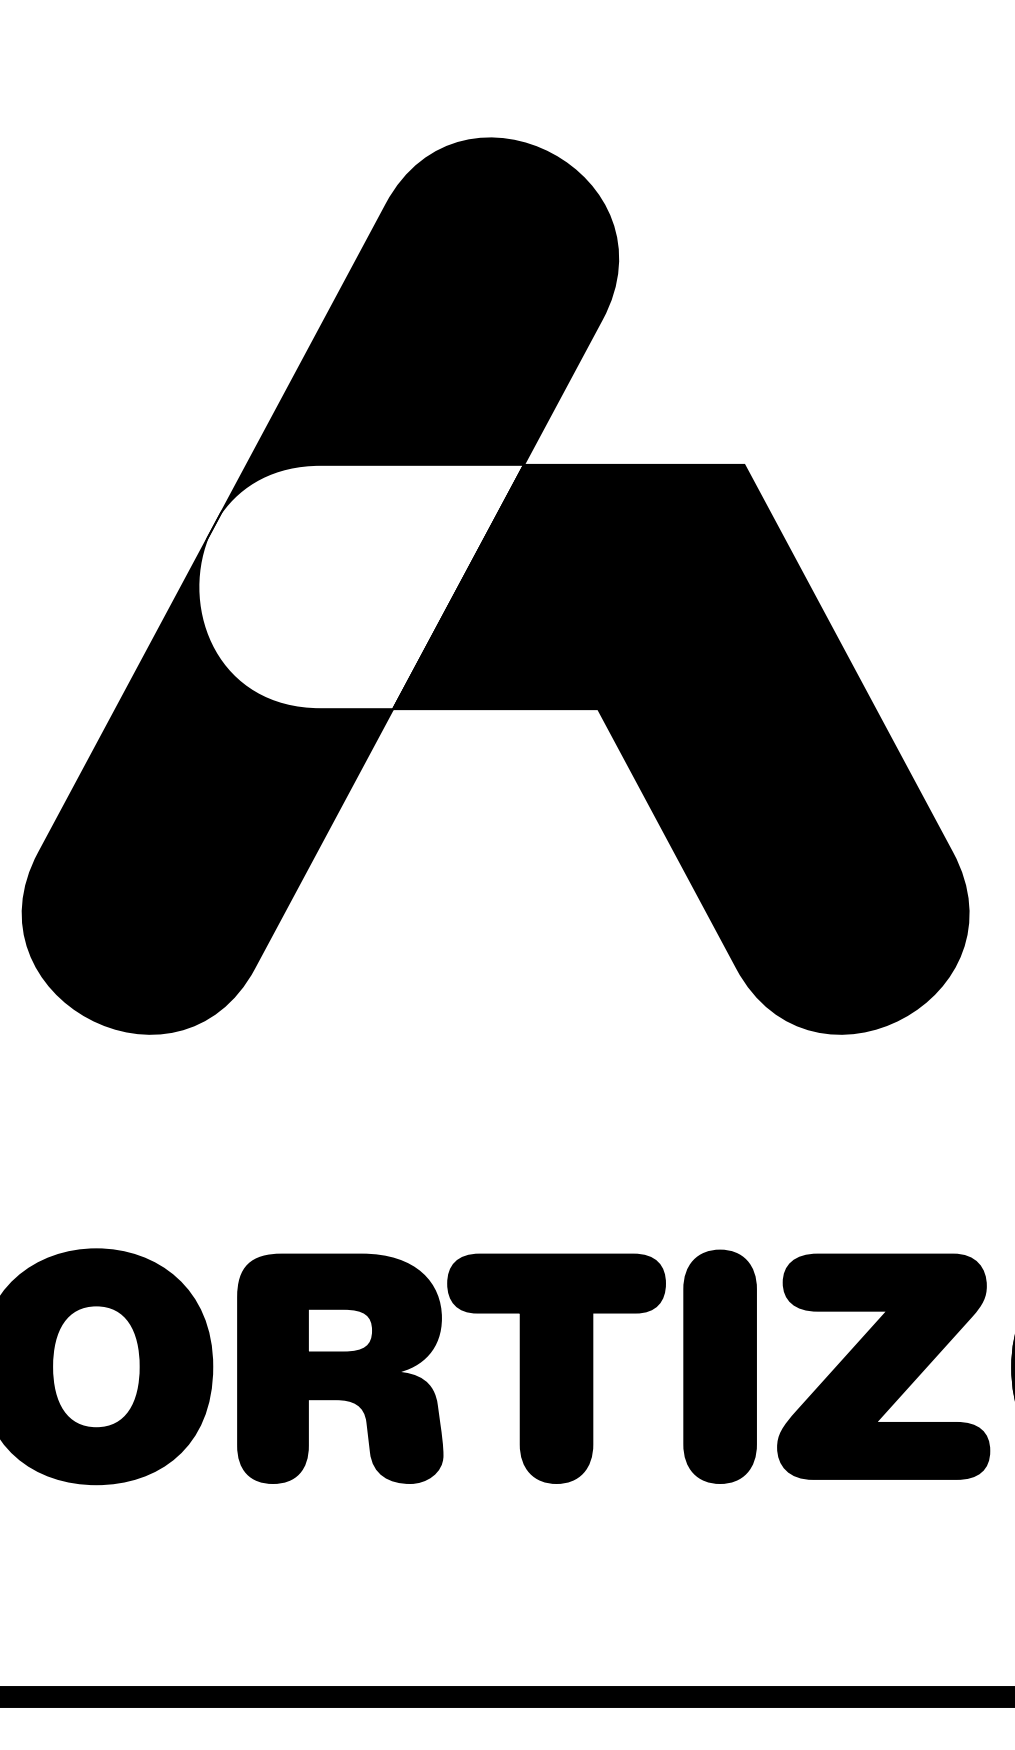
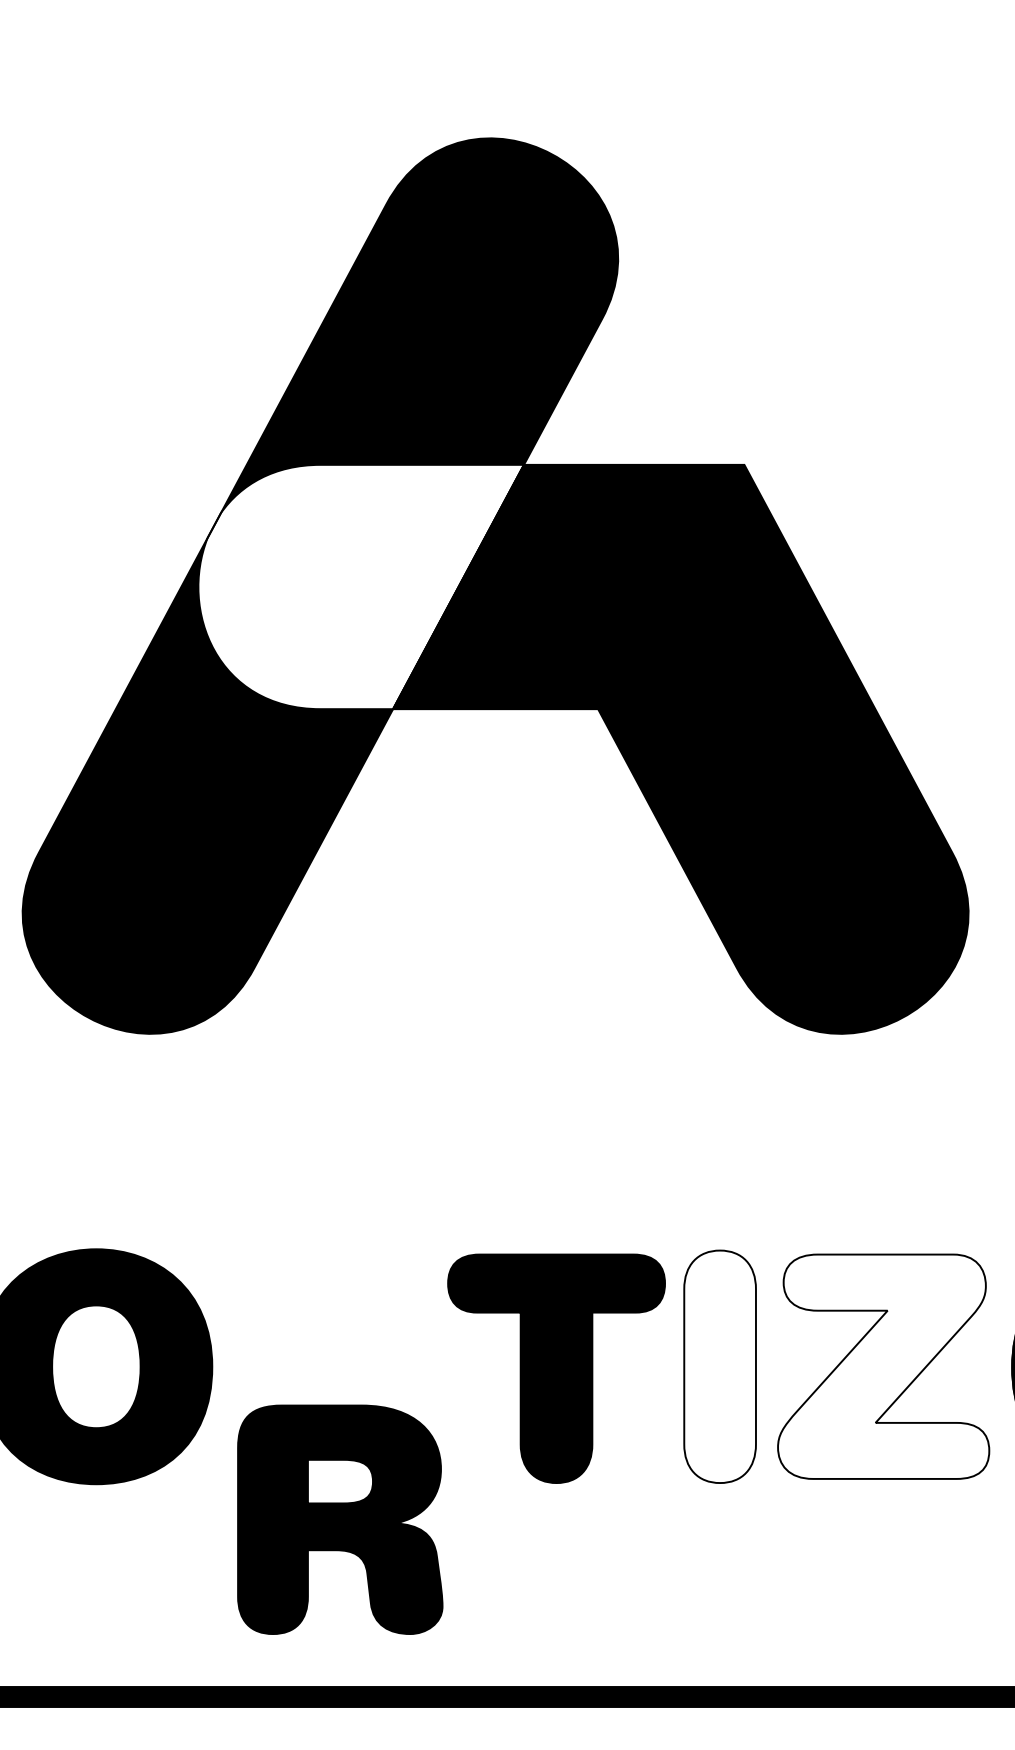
fill at (719, 1366): present -> none
fill at (883, 1366): present -> none
part at (340, 1368) position: (340, 1368) -> (340, 1519)
